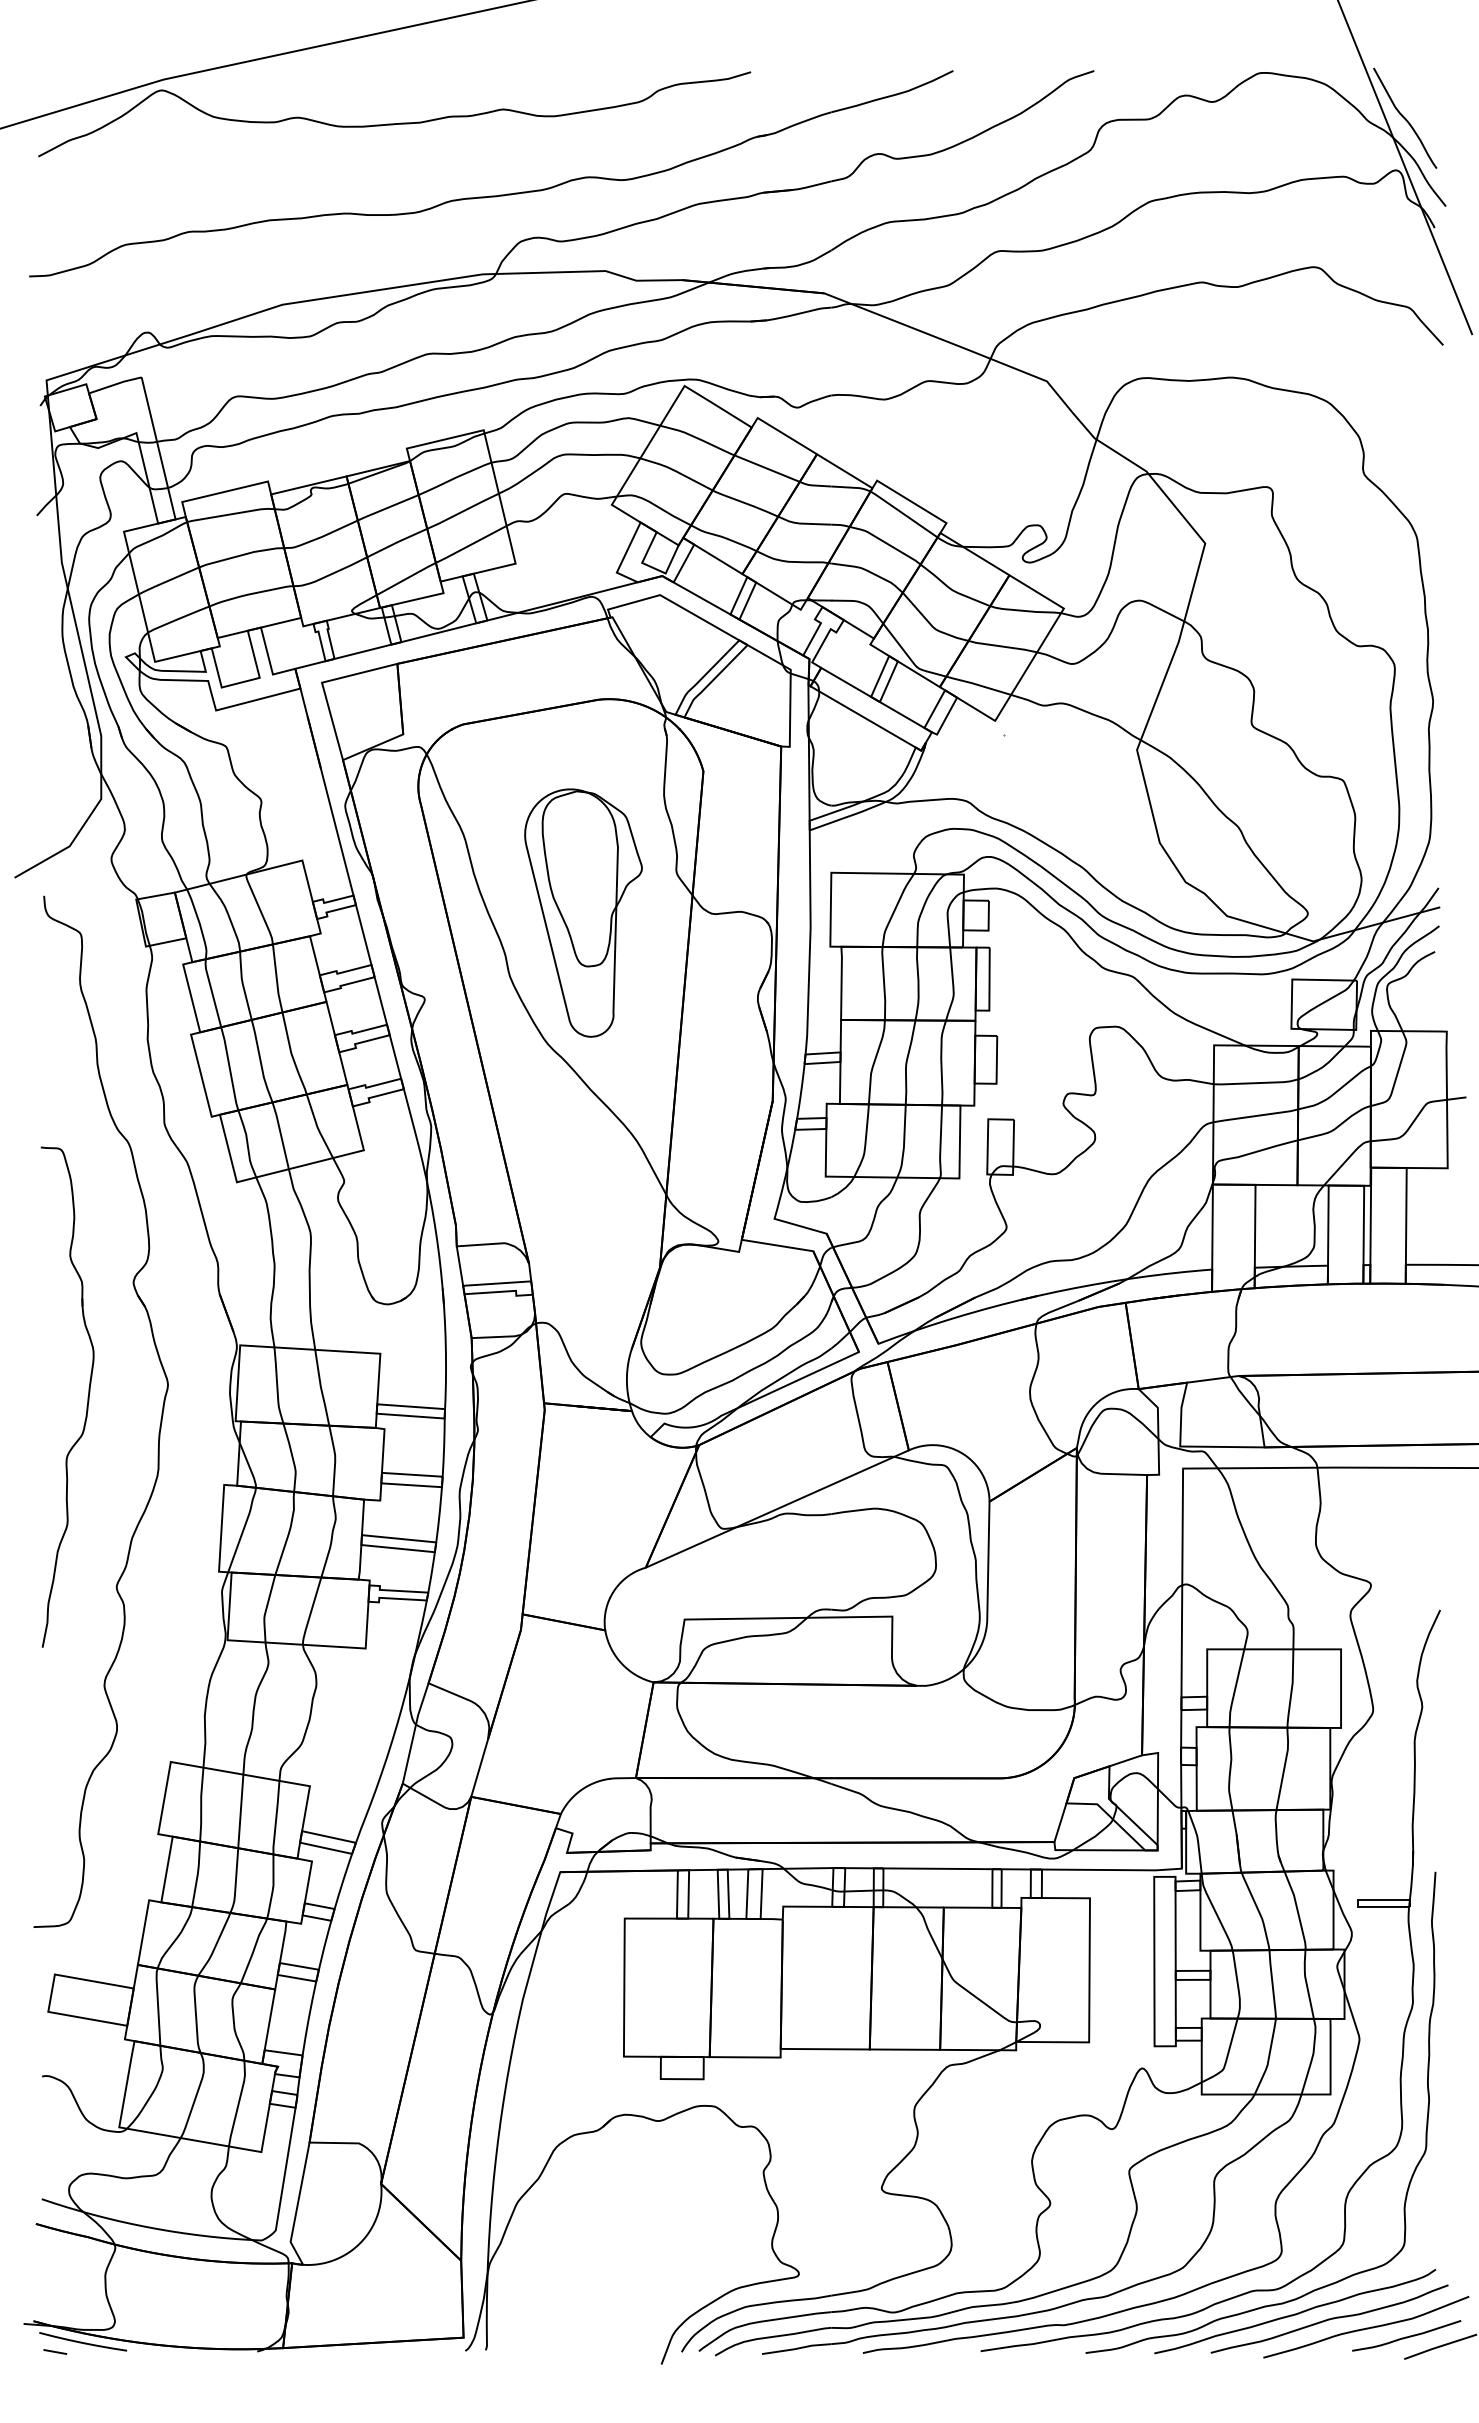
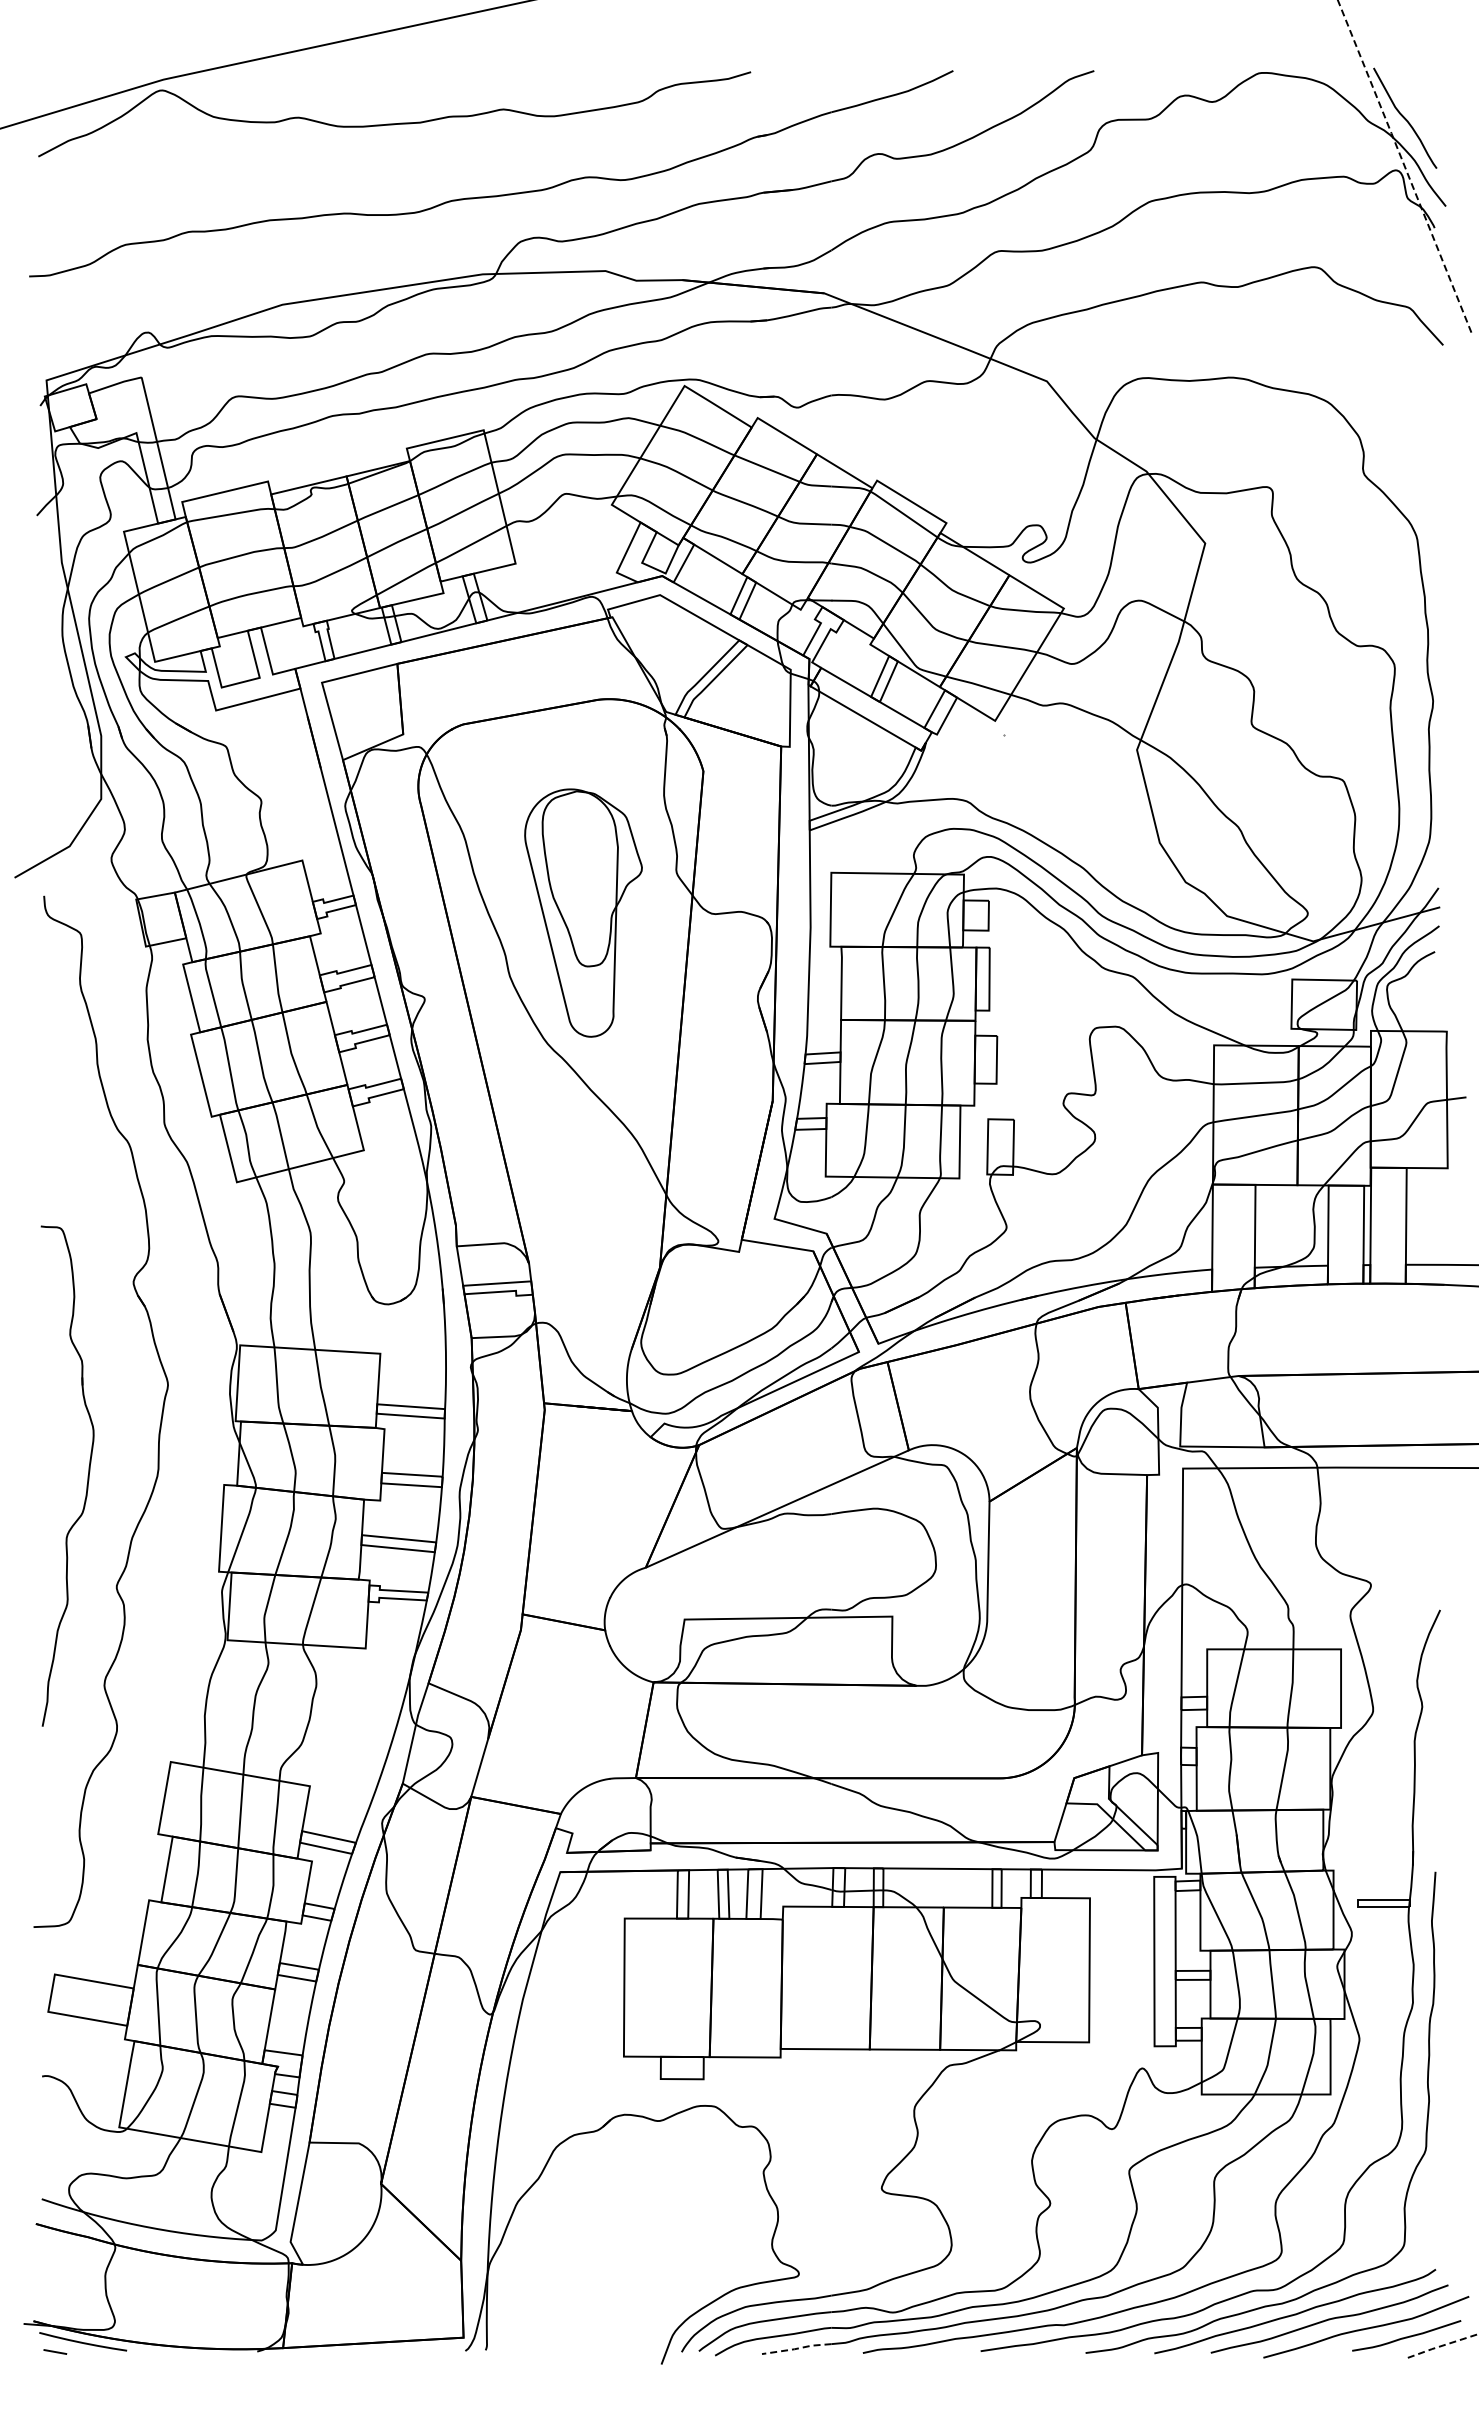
line at (1405, 167): solid -> dashed
part at (87, 1396) position: (87, 1396) -> (87, 1475)
line at (1439, 2346): solid -> dashed
line at (796, 2348): solid -> dashed
